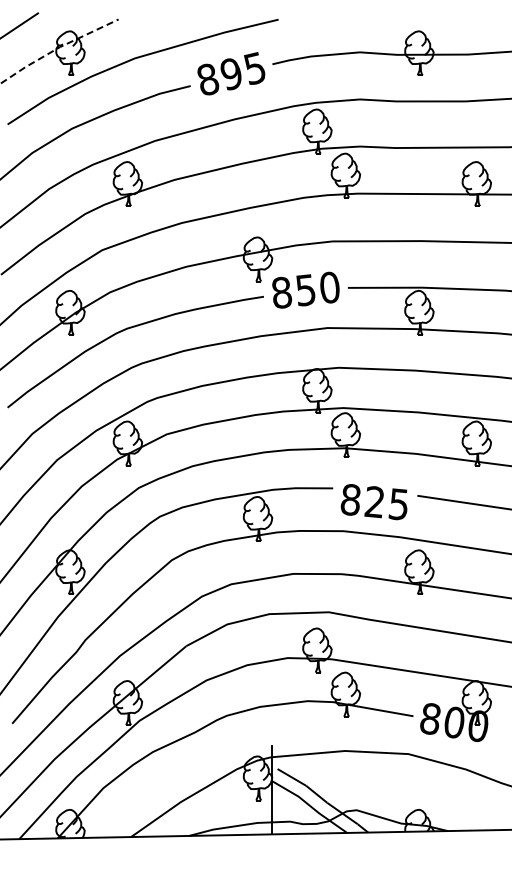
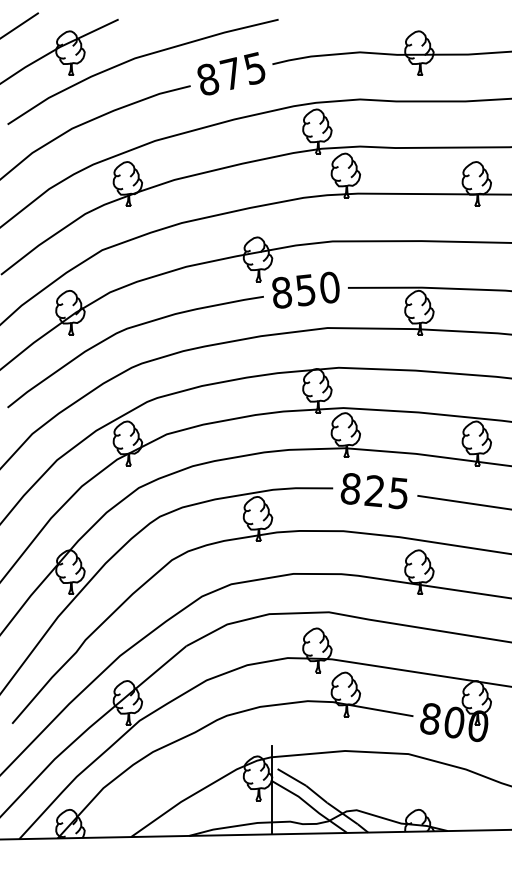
line at (57, 48): dashed -> solid
text at (230, 73): 895 -> 875
text at (373, 502) position: (373, 502) -> (373, 491)
